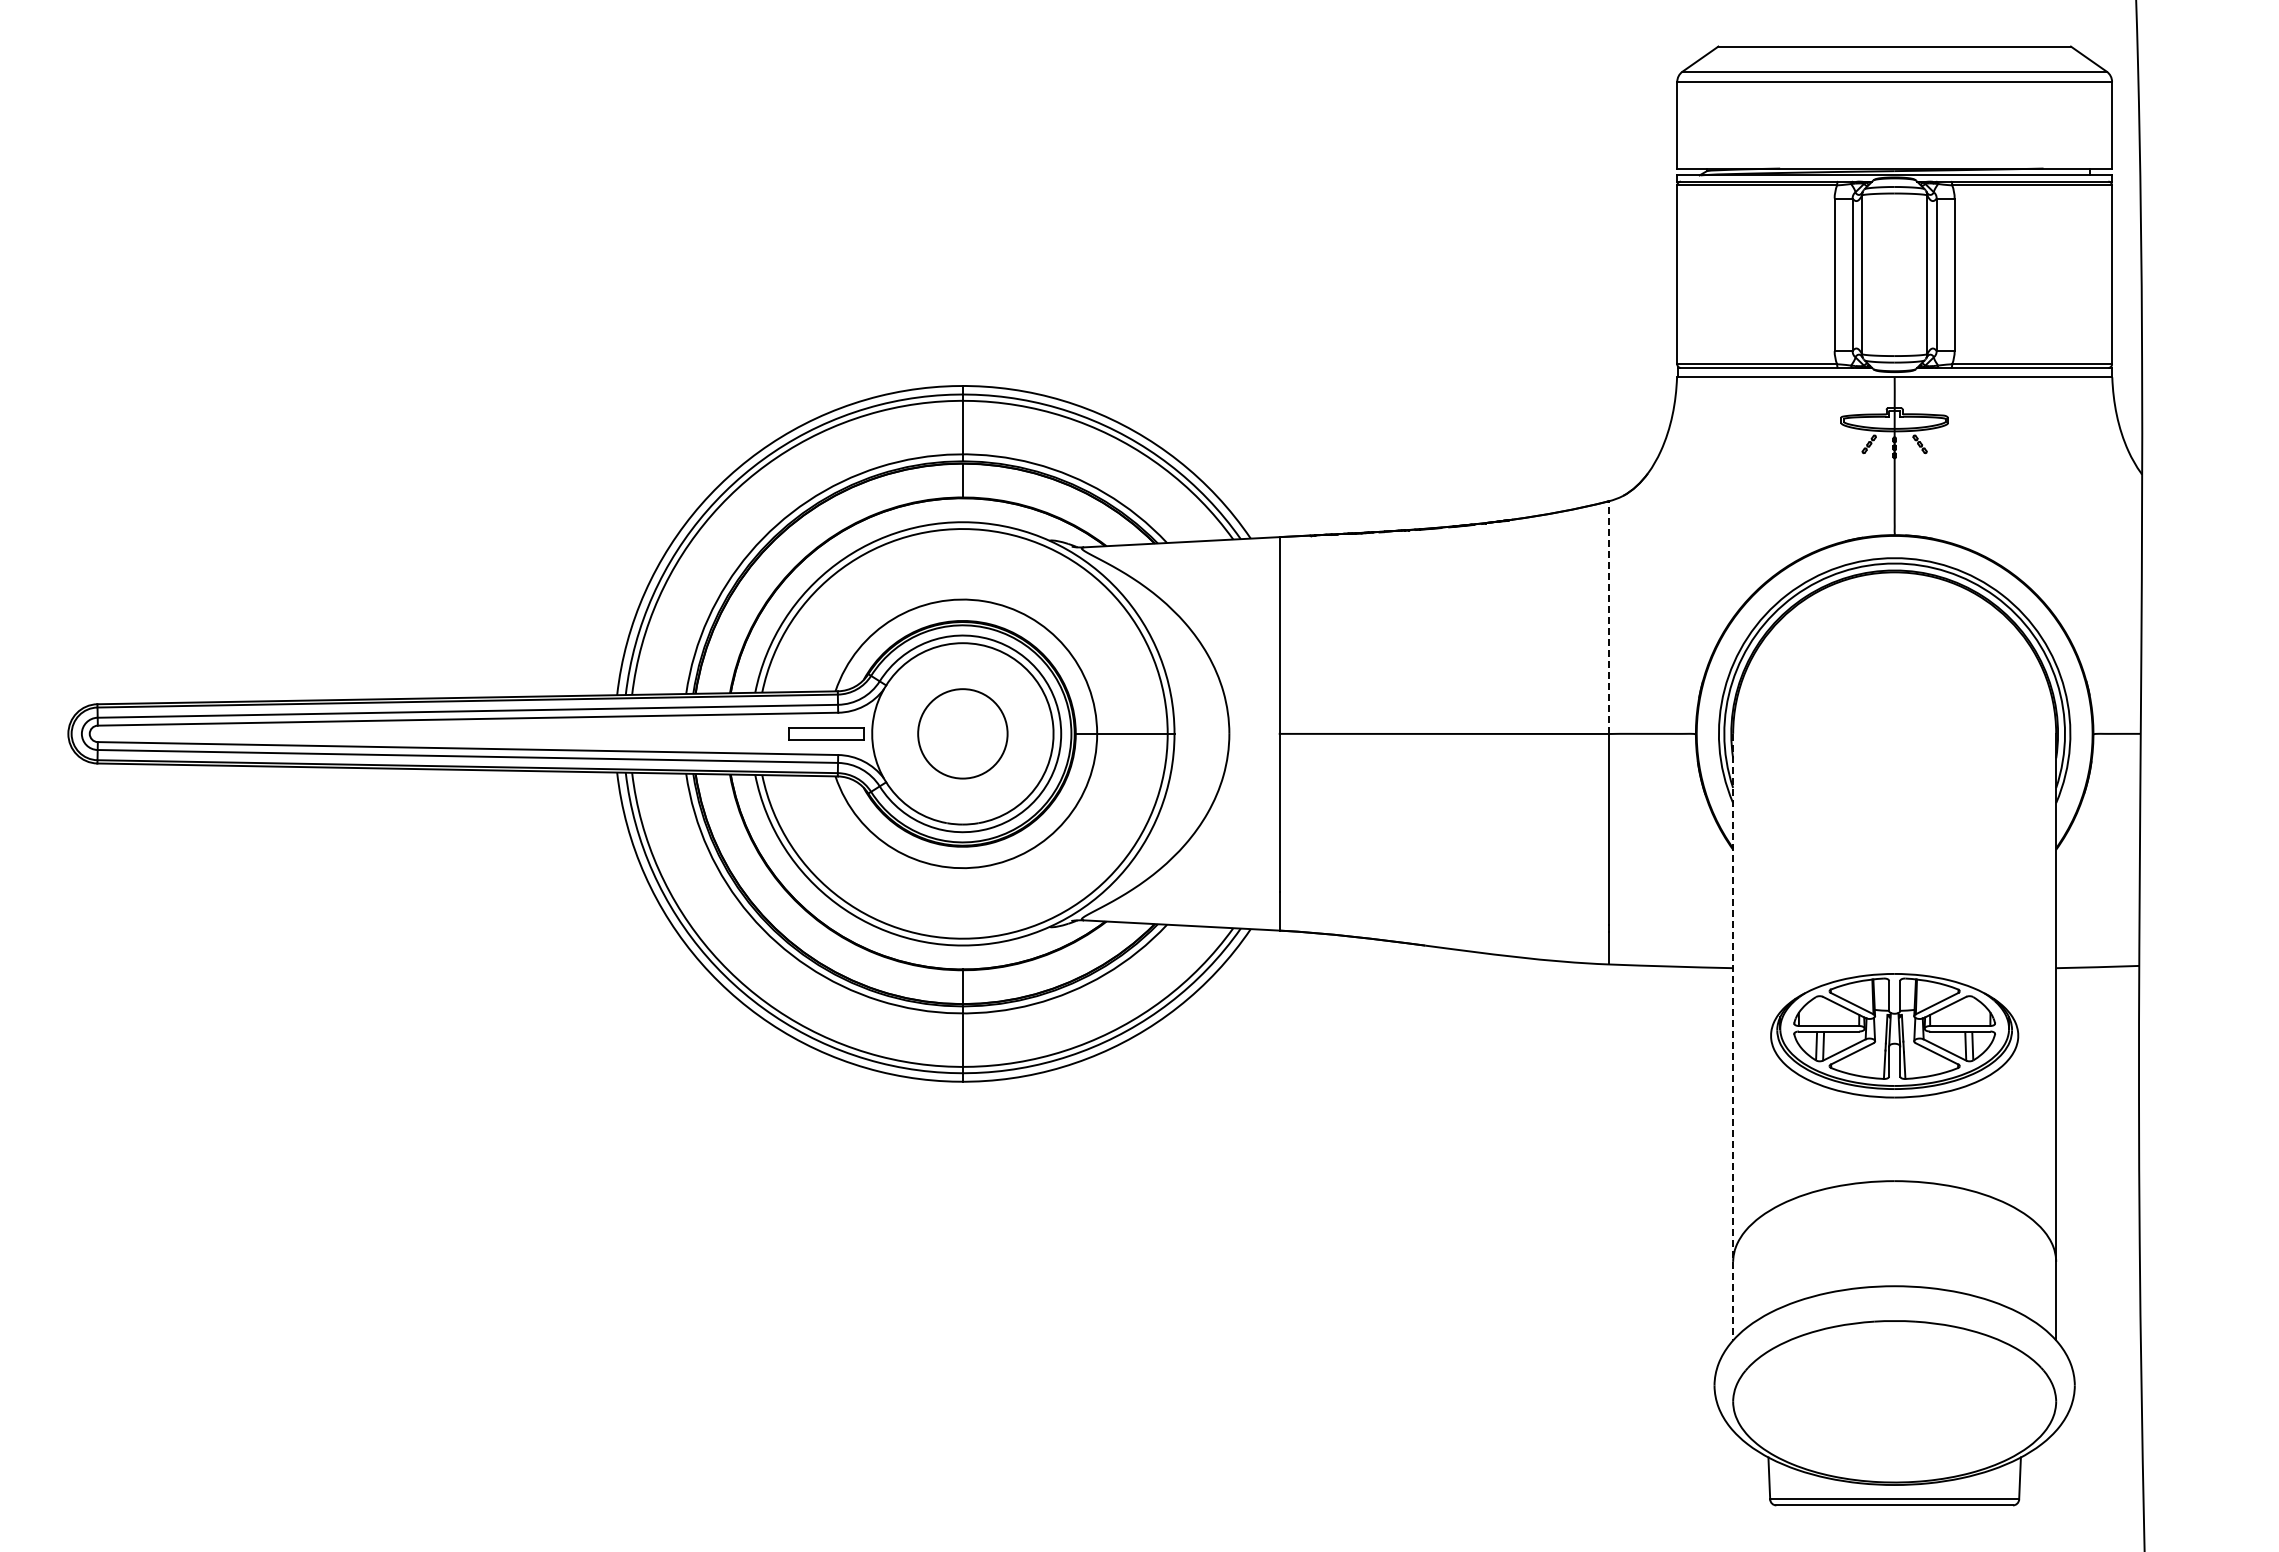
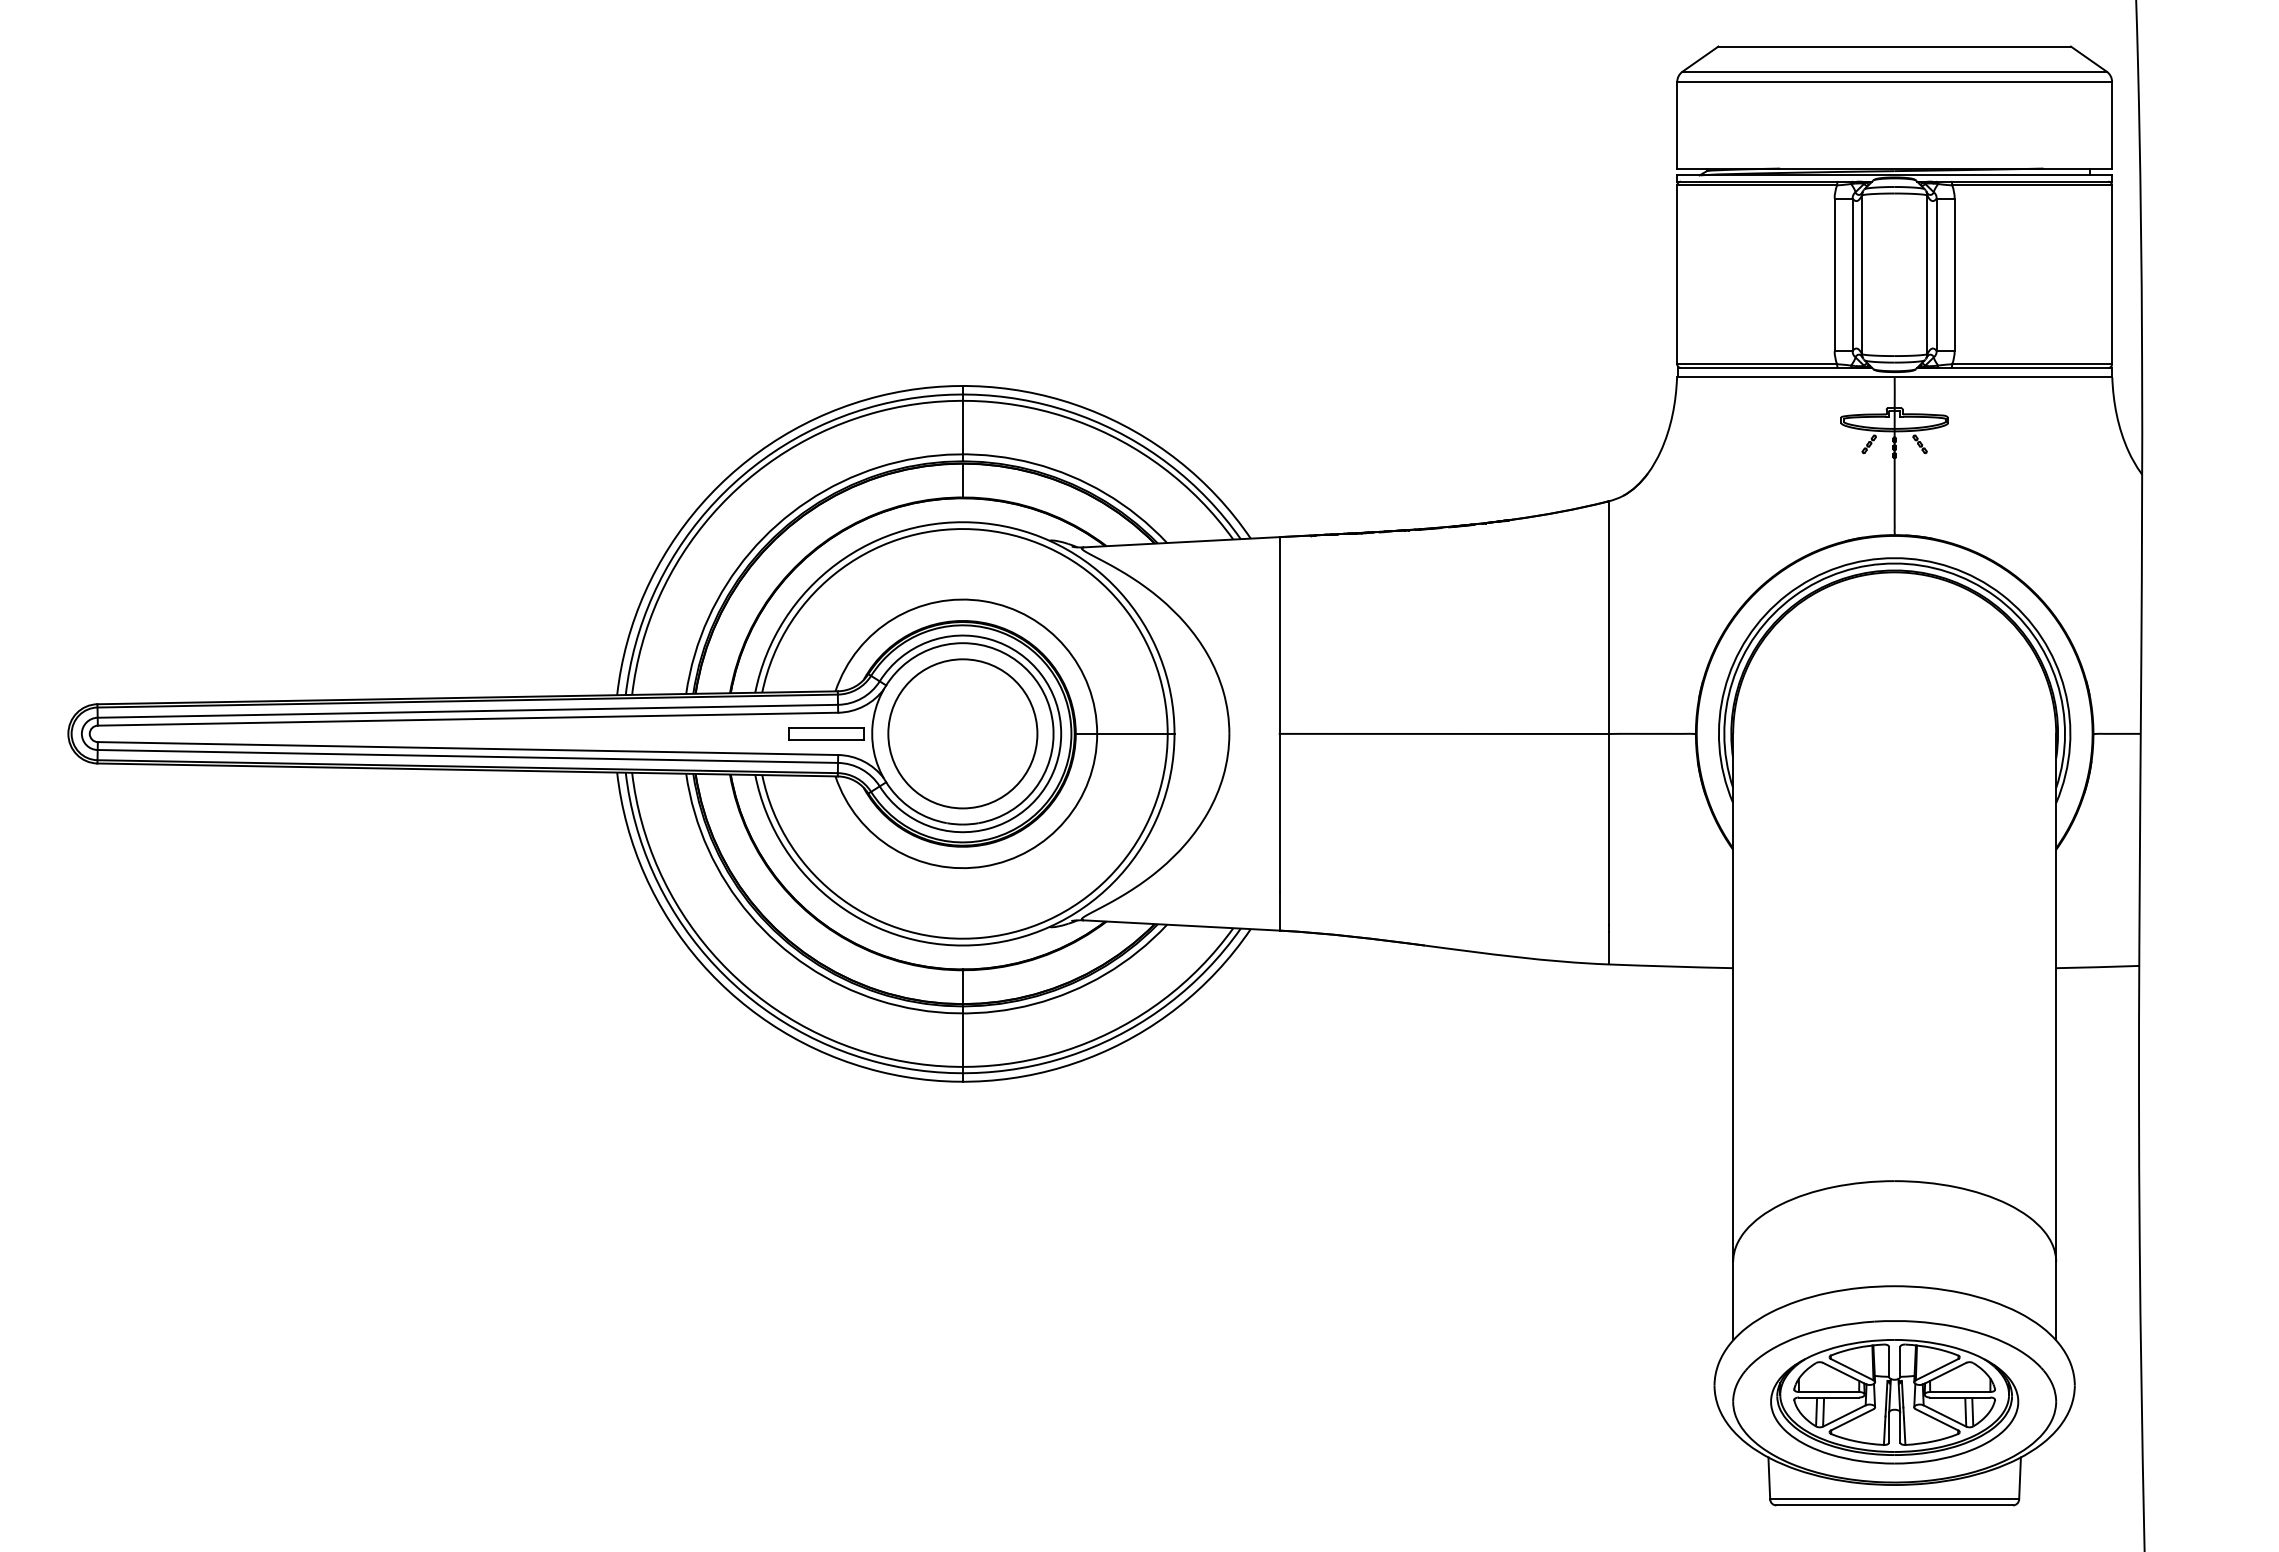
line at (1608, 617): dashed -> solid
circle at (962, 733) diameter: 89 px -> 149 px
part at (1894, 1035) position: (1894, 1035) -> (1894, 1401)
line at (1733, 1037): dashed -> solid
